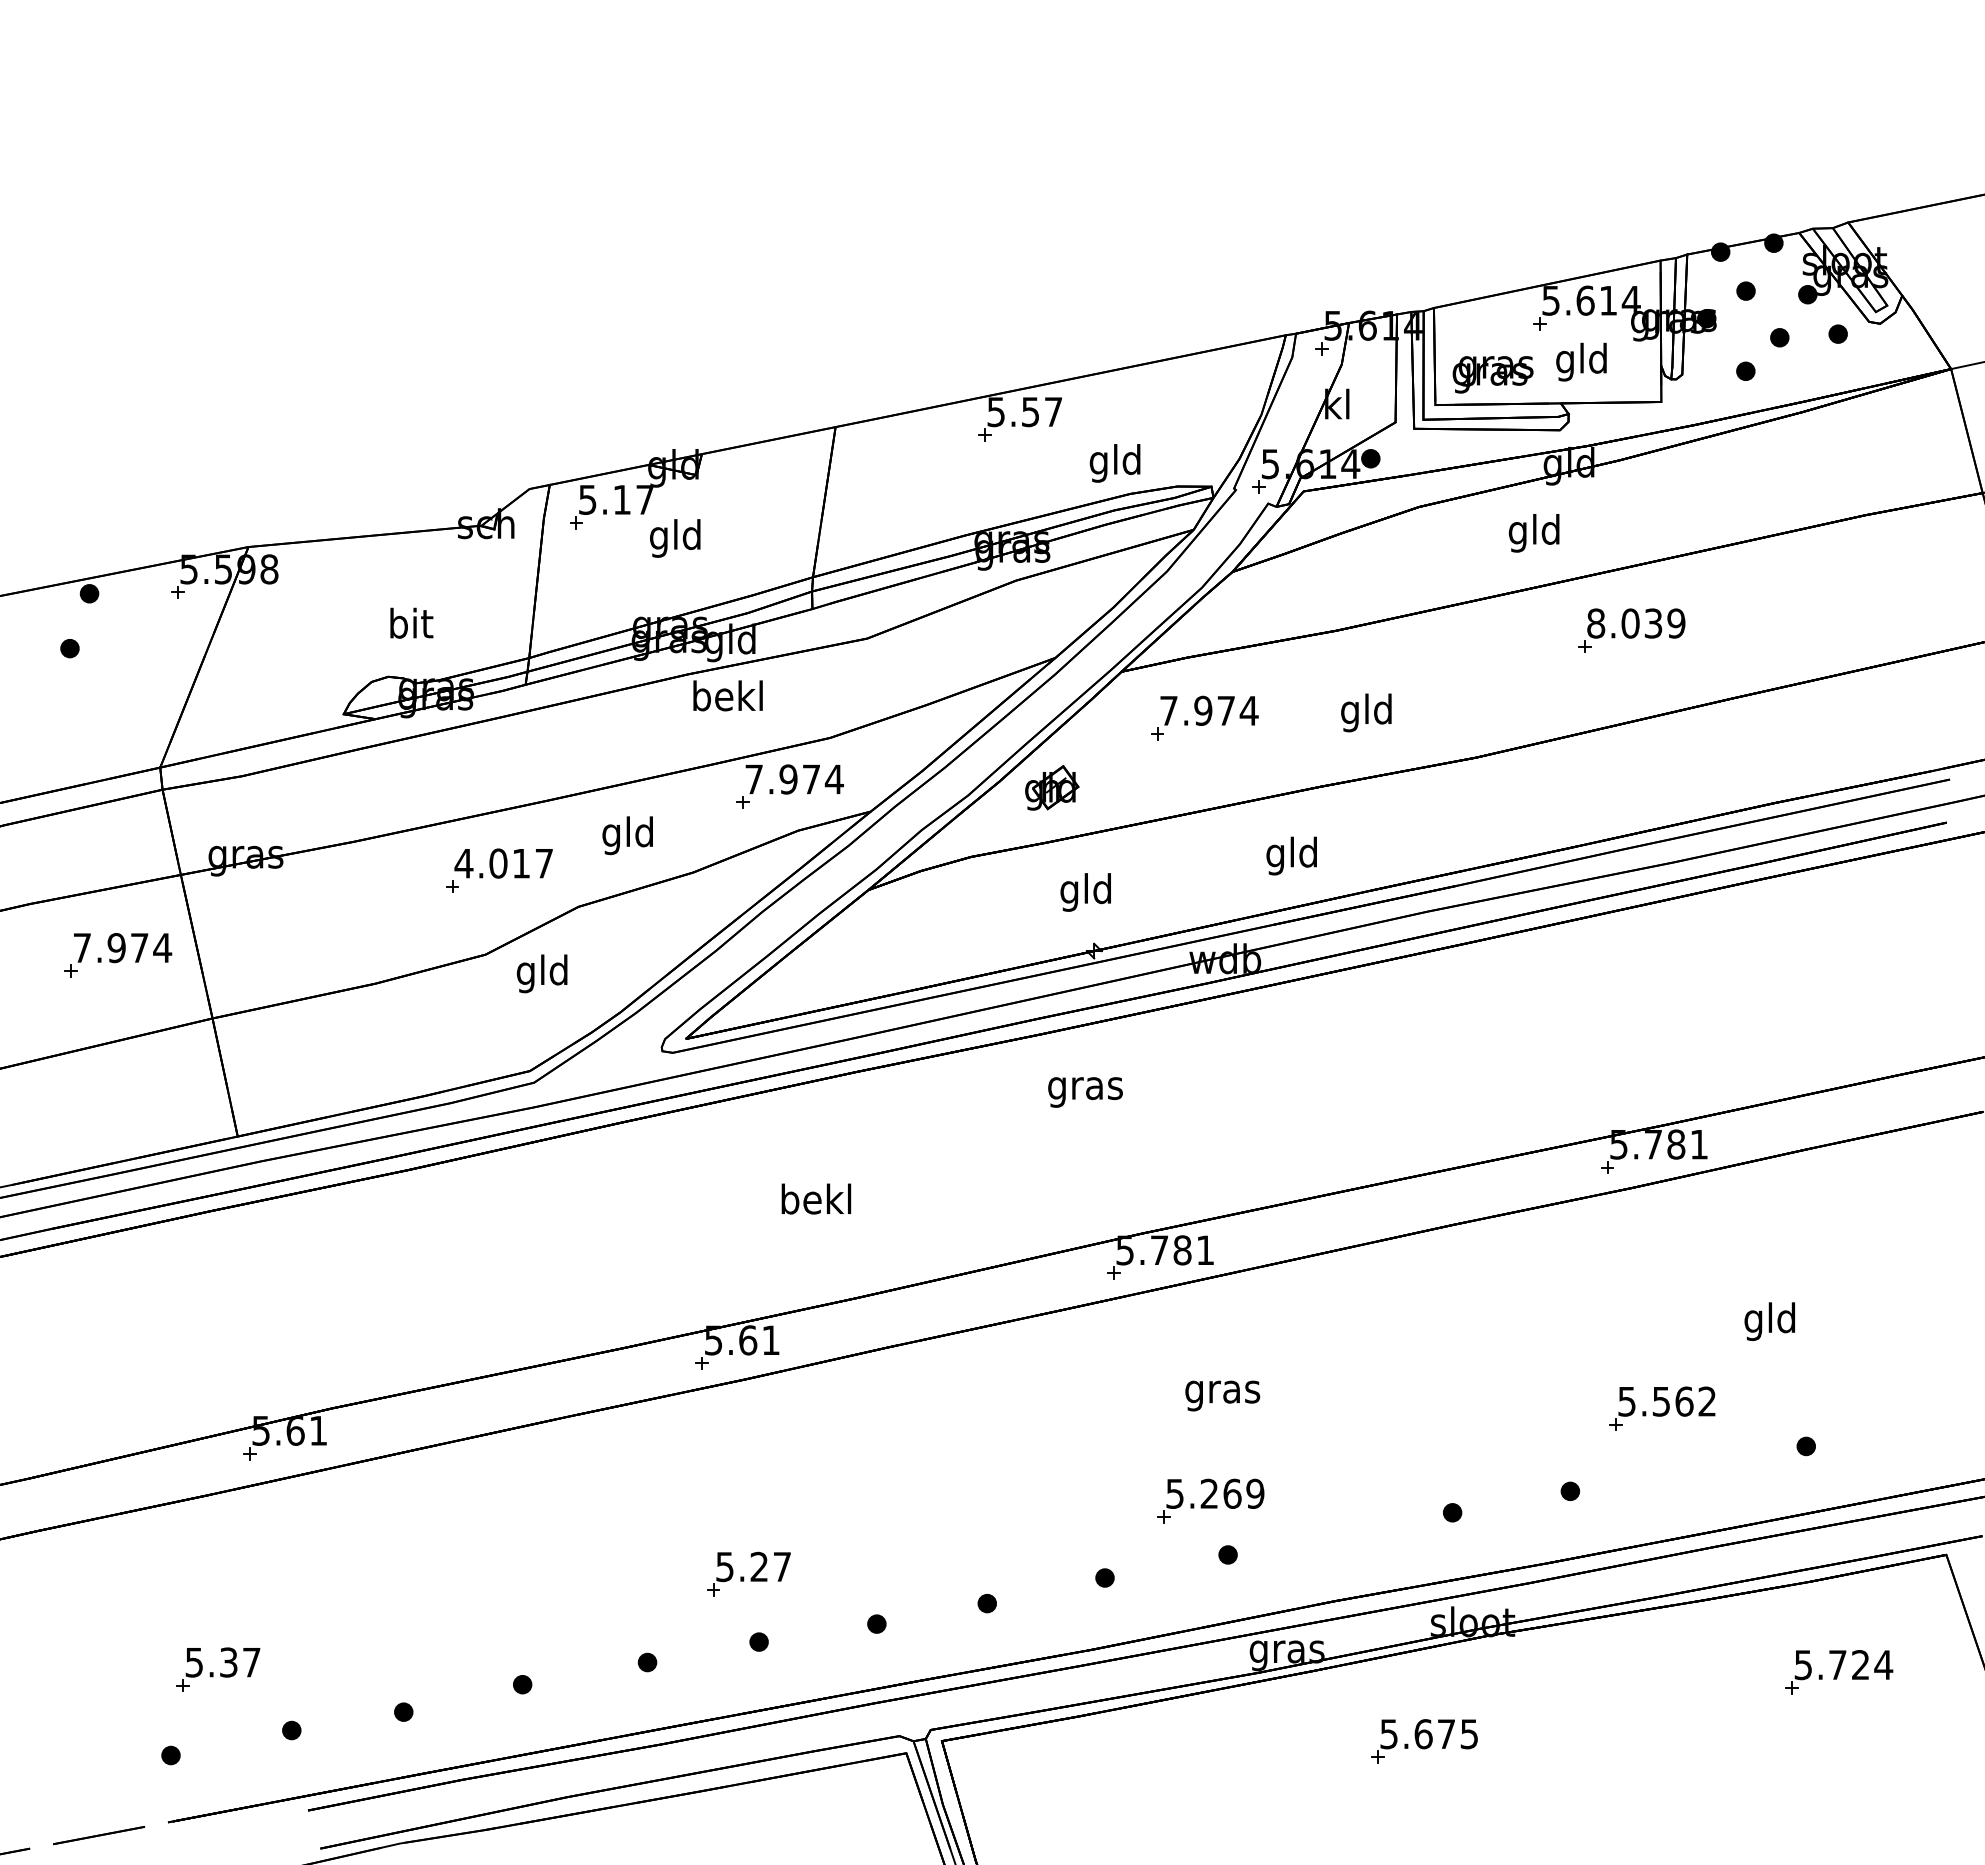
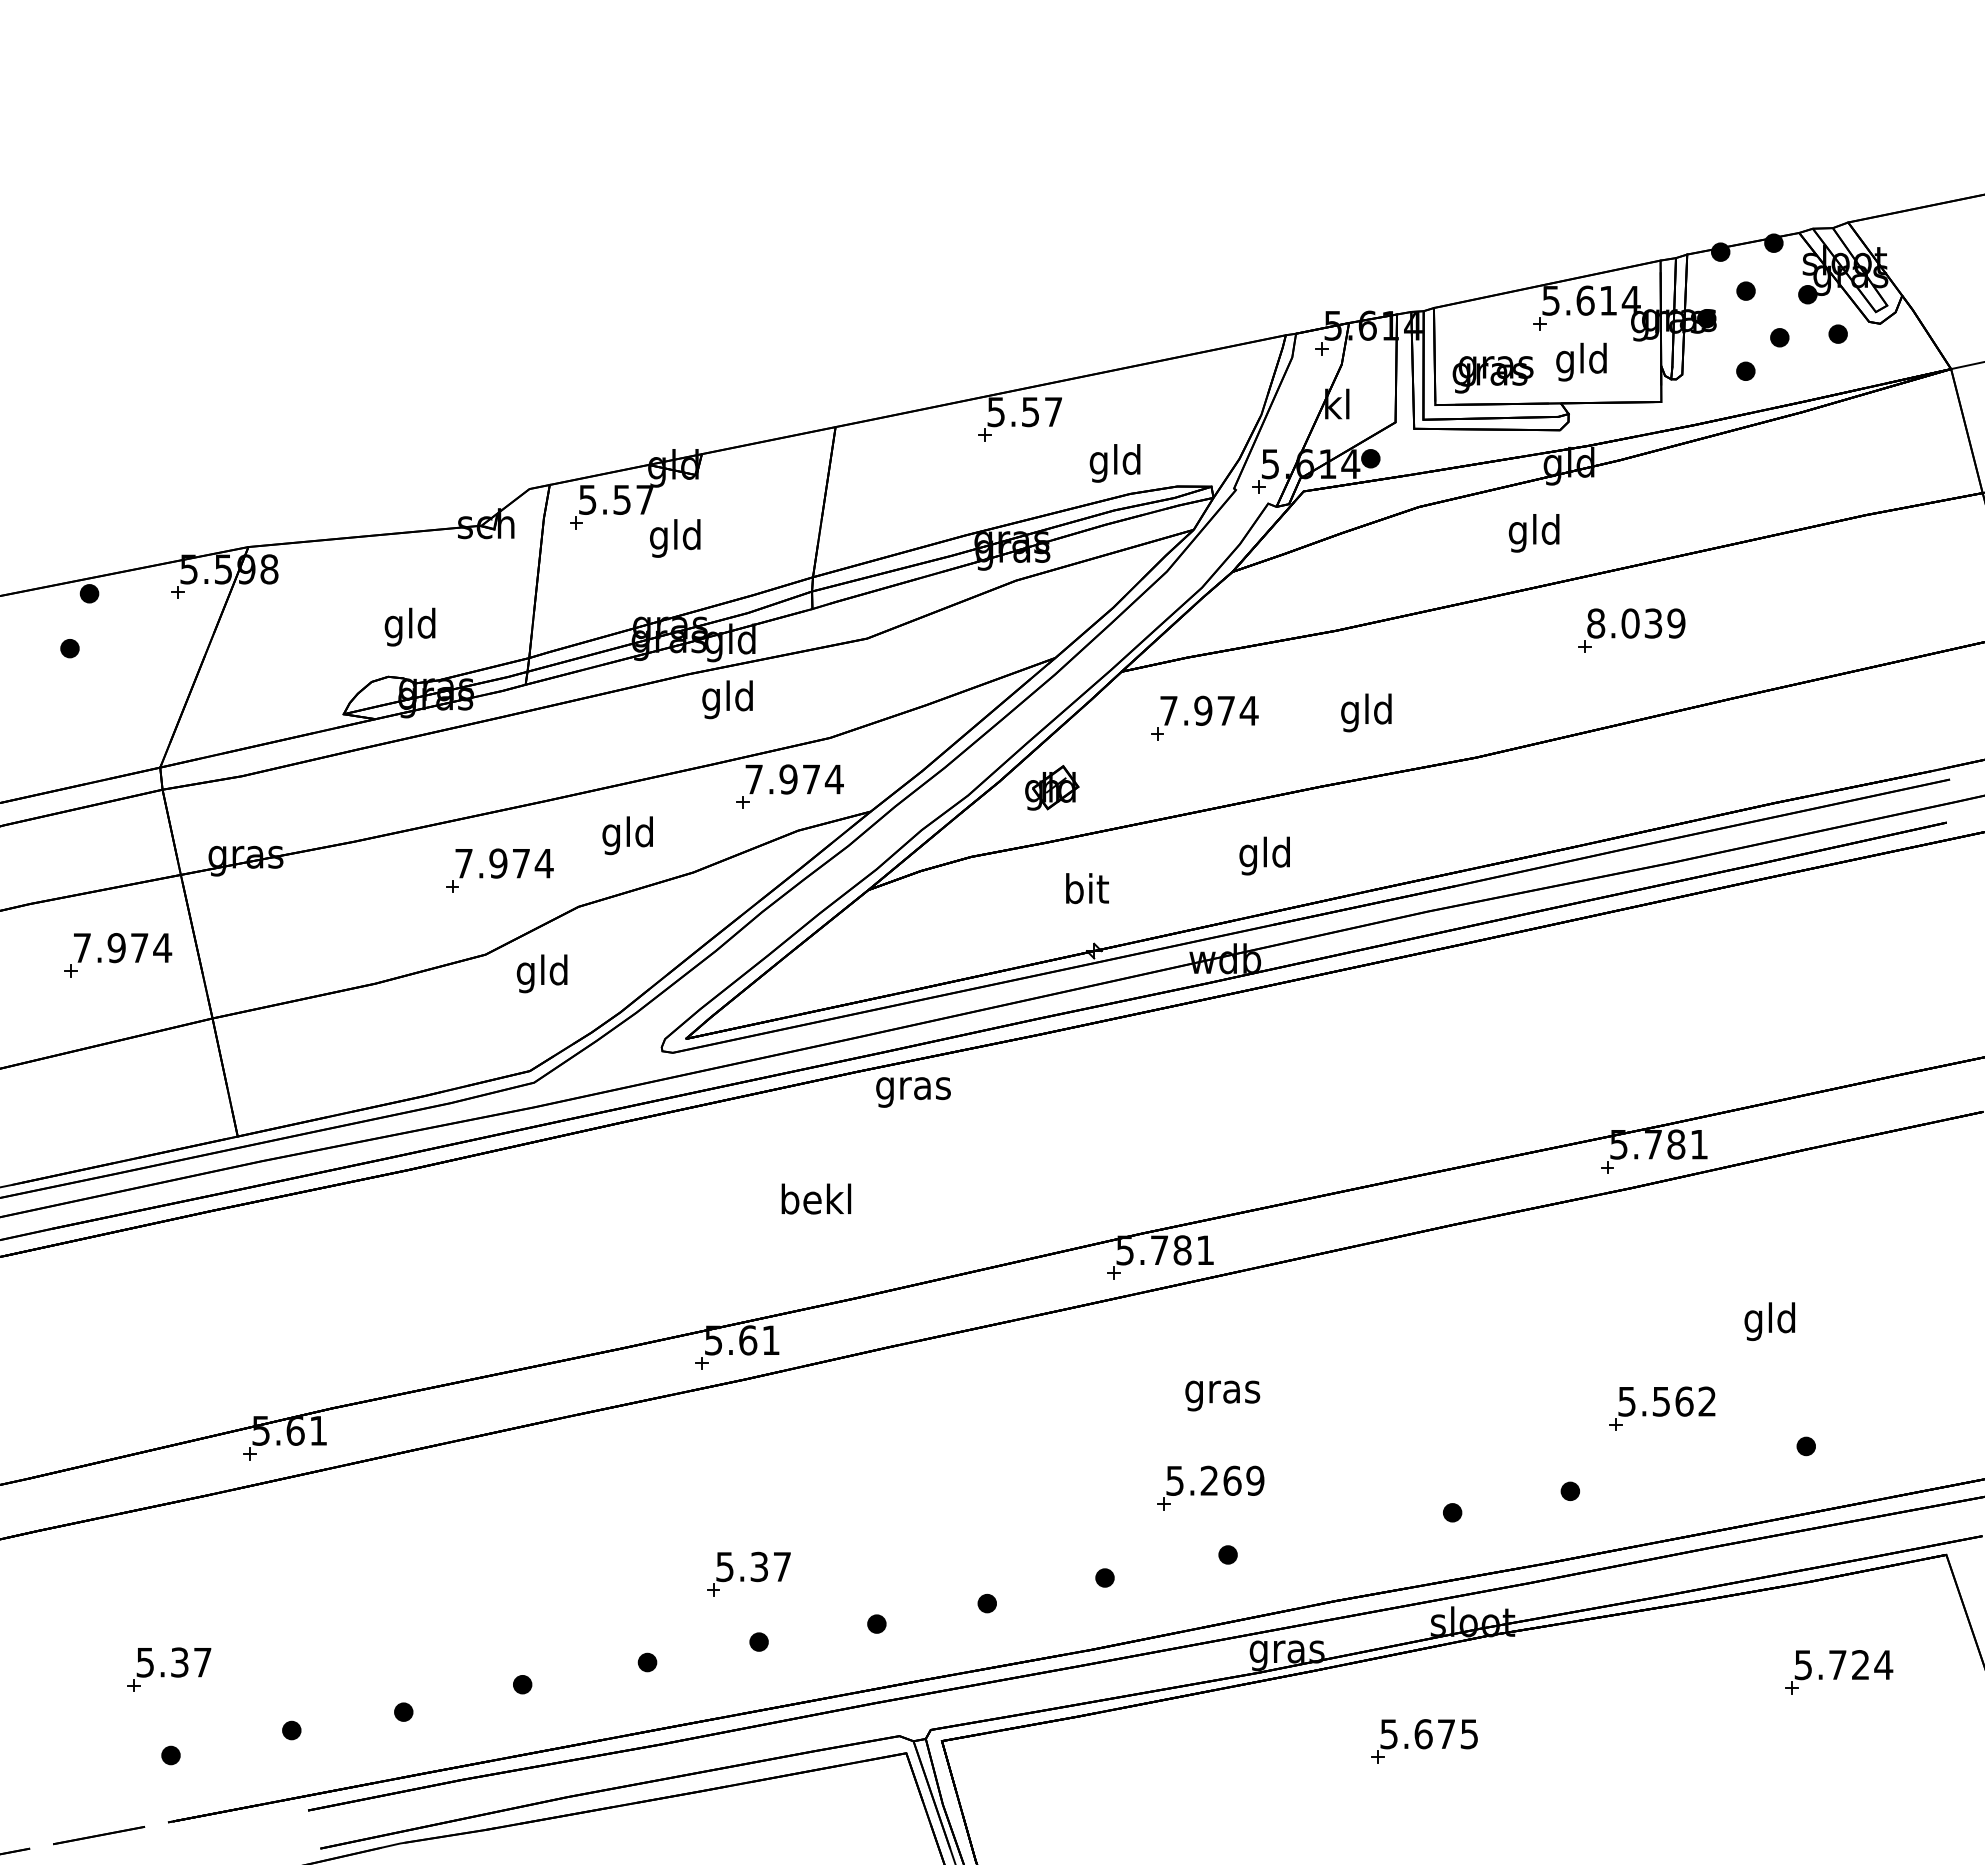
text at (621, 499): 5.17 -> 5.57
text at (409, 626): bit -> gld
text at (727, 699): bekl -> gld
text at (1291, 855) position: (1291, 855) -> (1264, 855)
text at (503, 863): 4.017 -> 7.974
text at (1085, 892): gld -> bit
text at (1085, 1092) position: (1085, 1092) -> (913, 1092)
part at (1210, 1500) position: (1210, 1500) -> (1210, 1487)
text at (758, 1567): 5.27 -> 5.37
part at (218, 1669) position: (218, 1669) -> (169, 1669)
